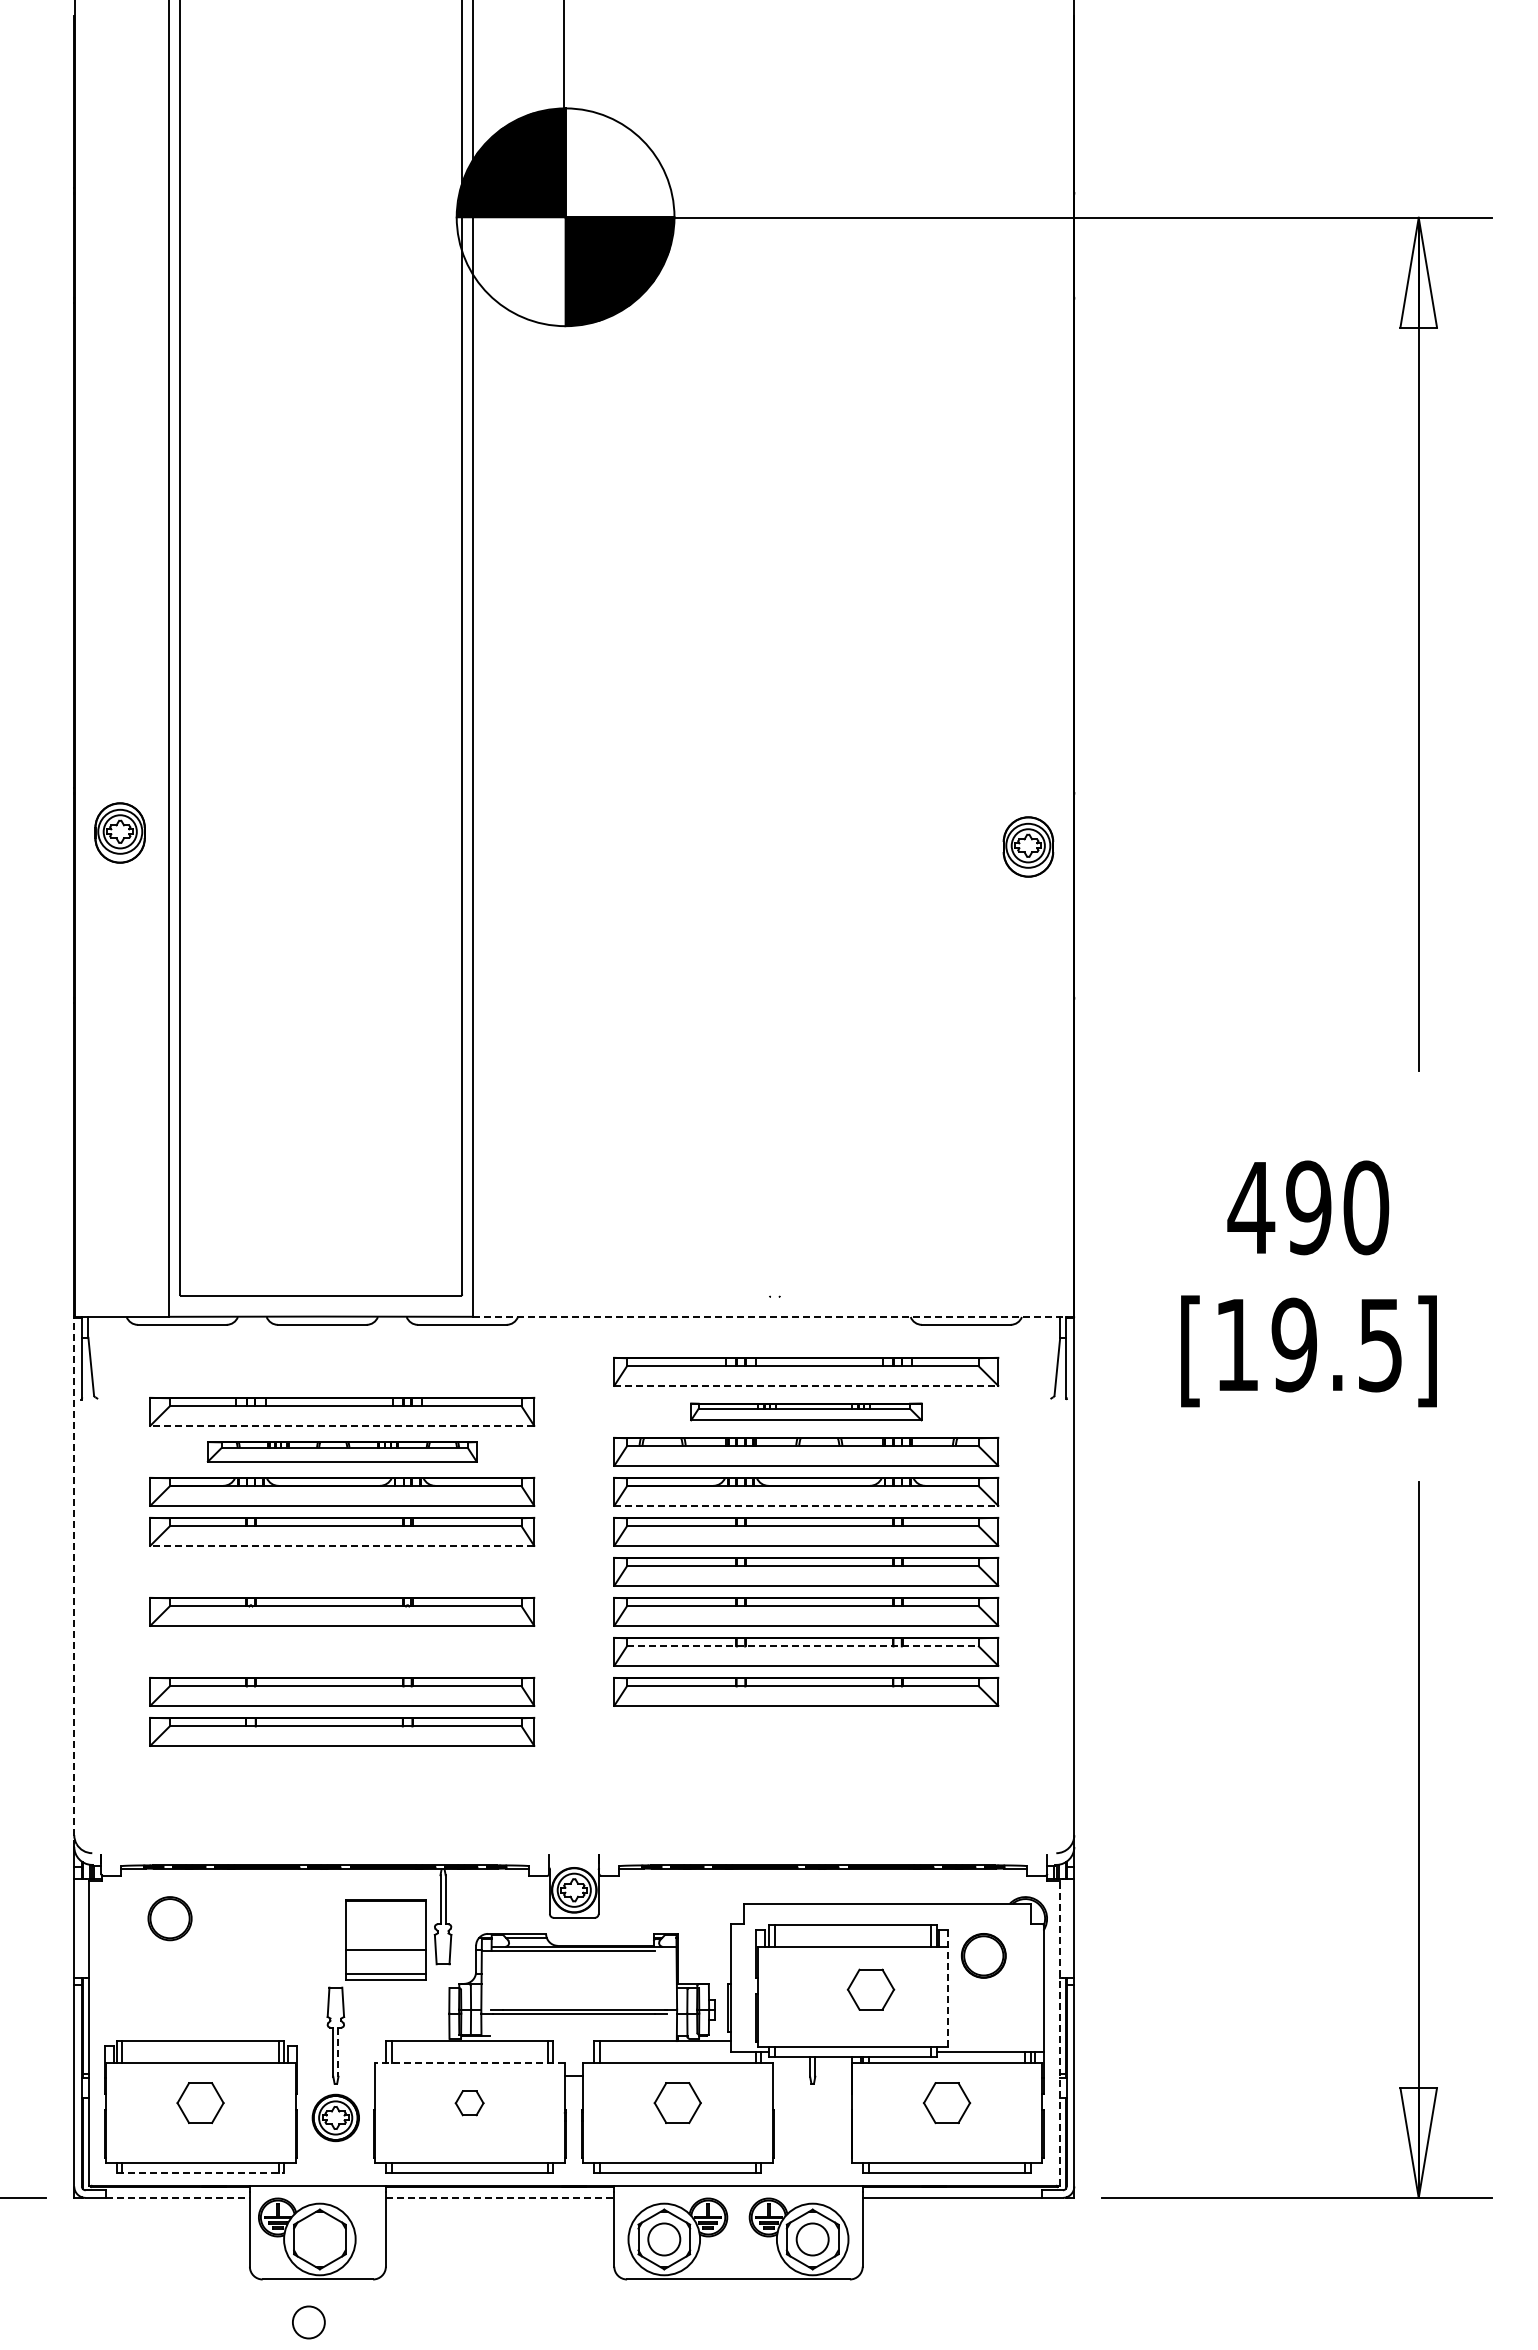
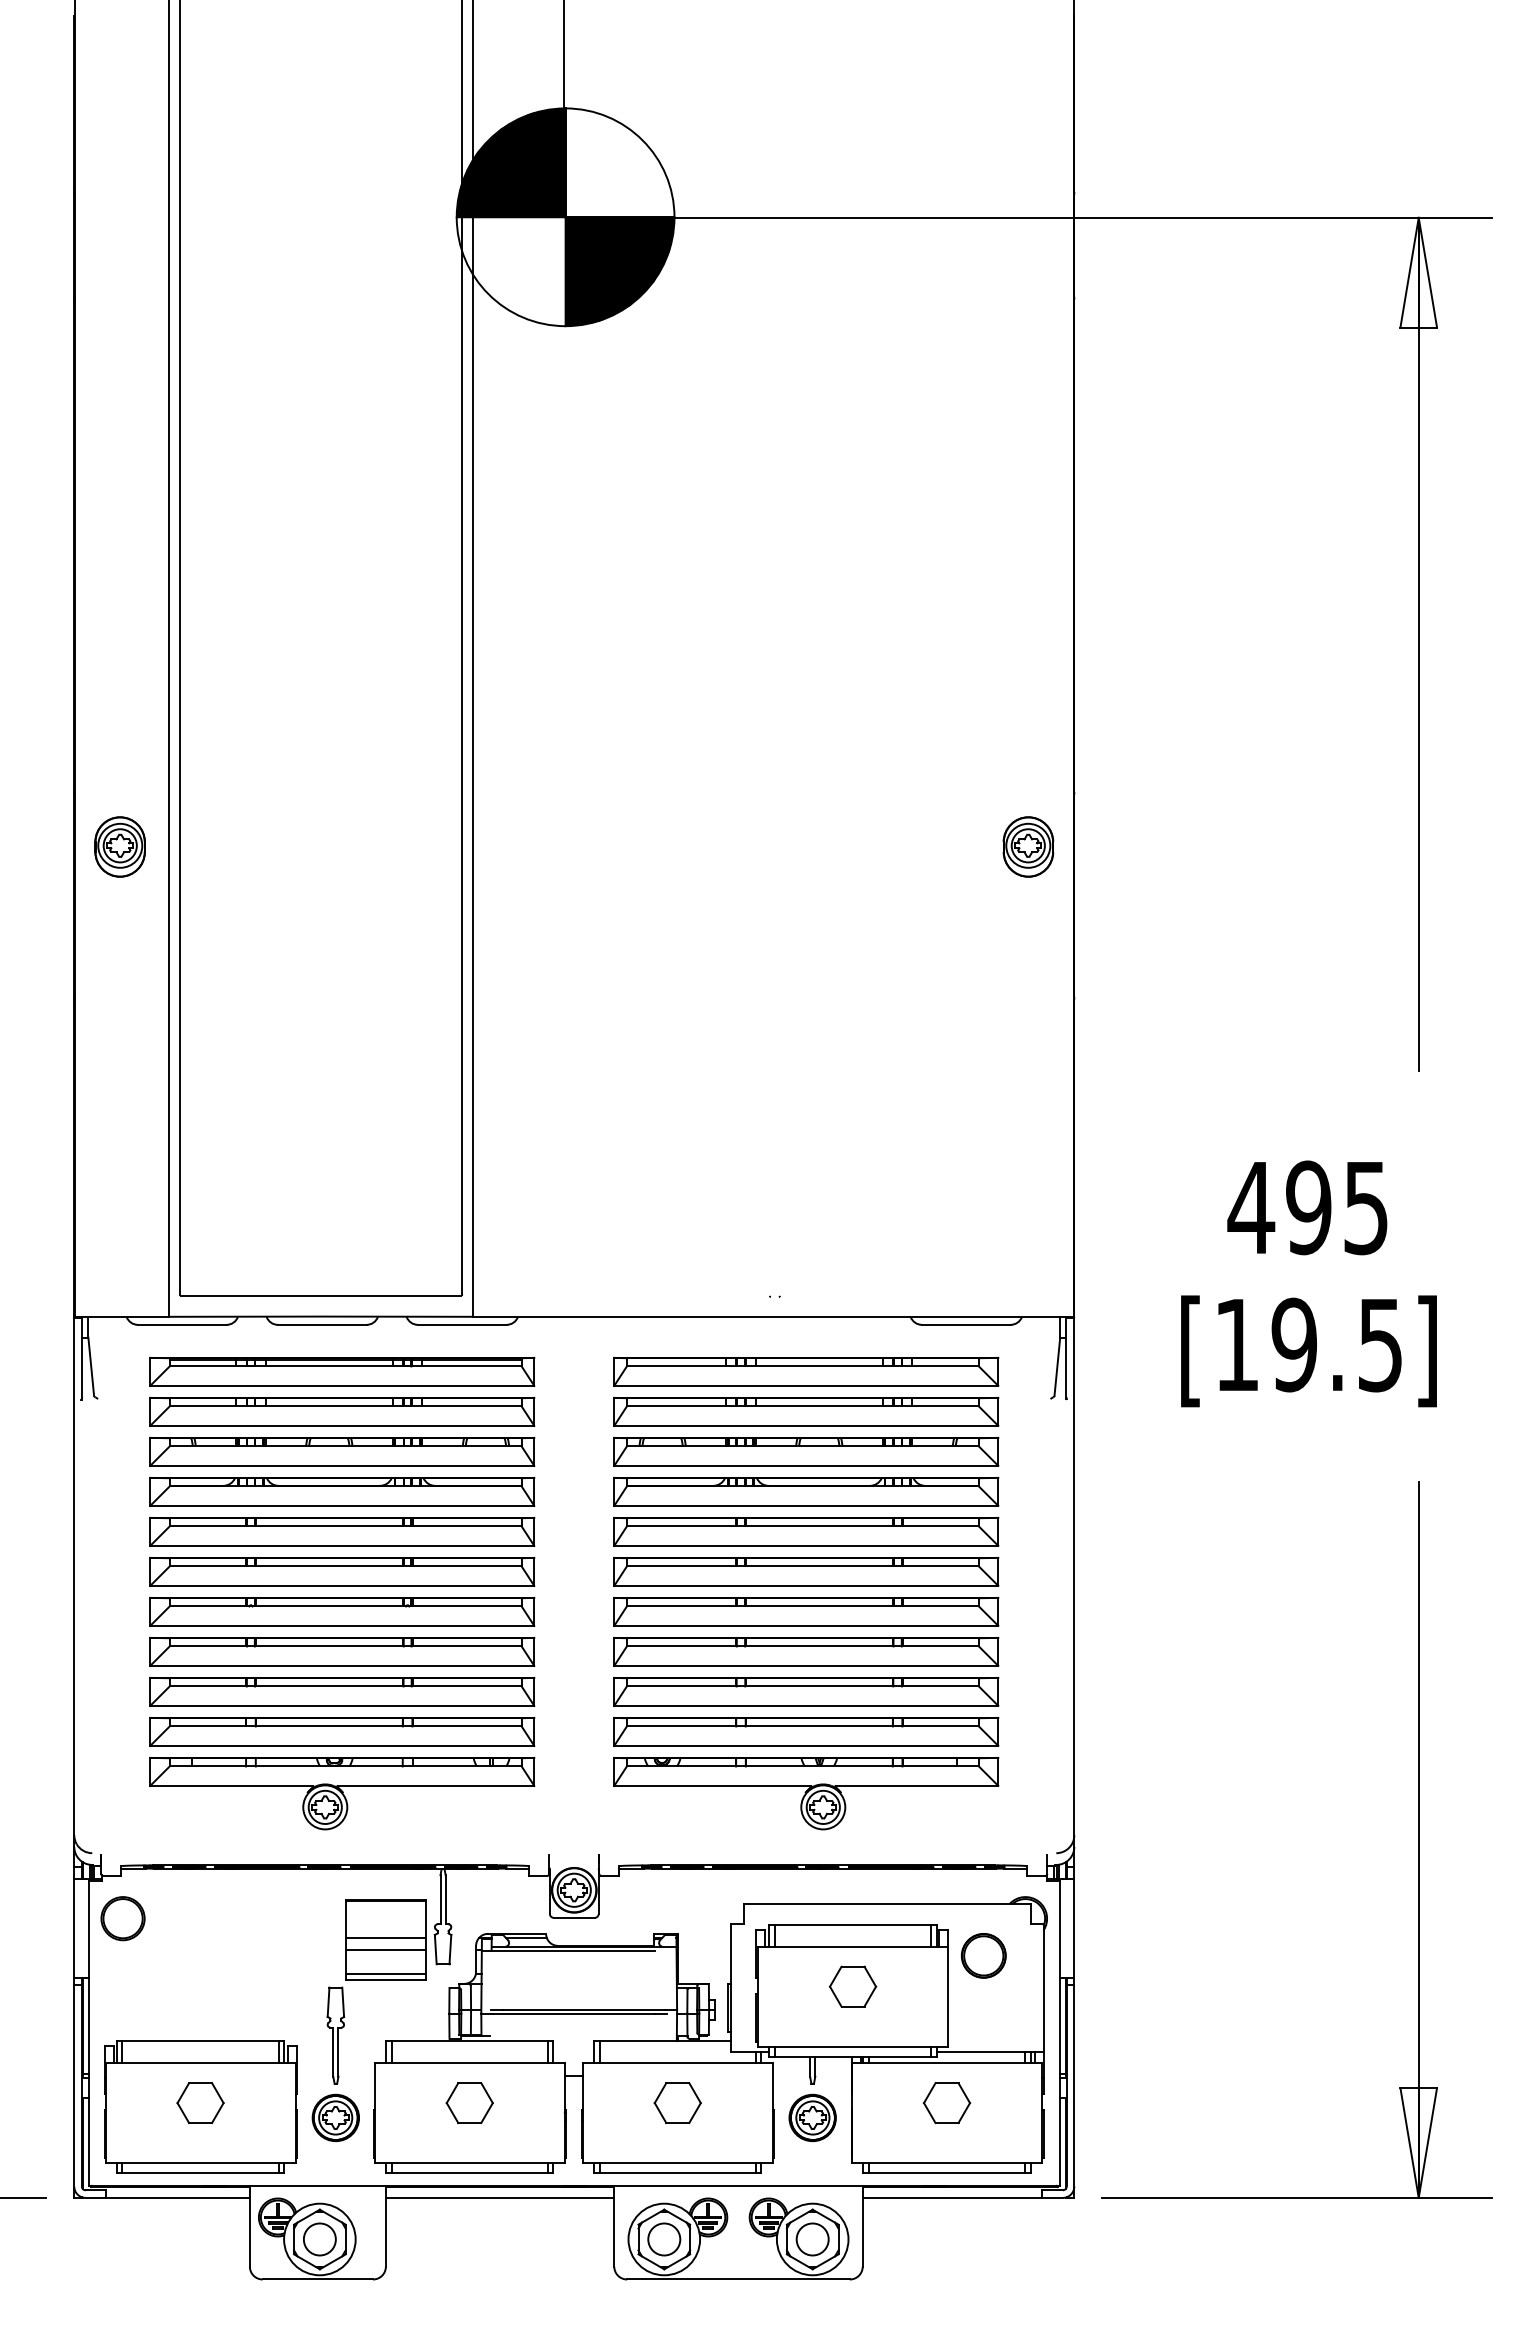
part at (119, 832) position: (119, 832) -> (119, 846)
text at (1366, 1207): 490 -> 495
line at (772, 1316): dashed -> solid
part at (342, 1371): none -> present
line at (806, 1385): dashed -> solid
part at (806, 1411) size: 233x20 px -> 387x30 px
line at (341, 1425): dashed -> solid
part at (341, 1451) size: 272x22 px -> 387x30 px
line at (806, 1505): dashed -> solid
line at (341, 1545): dashed -> solid
part at (342, 1571): none -> present
line at (74, 1582): dashed -> solid
line at (803, 1646): dashed -> solid
part at (342, 1651): none -> present
part at (806, 1731): none -> present
part at (342, 1793): none -> present
part at (806, 1793): none -> present
part at (169, 1918) position: (169, 1918) -> (122, 1918)
line at (385, 1937): none -> present
line at (948, 1988): dashed -> solid
part at (870, 1989) position: (870, 1989) -> (852, 1986)
line at (1059, 2033): dashed -> solid
line at (338, 2052): dashed -> solid
line at (469, 2063): dashed -> solid
part at (469, 2103) size: 31x27 px -> 49x43 px
part at (812, 2117): none -> present
line at (200, 2173): dashed -> solid
line at (178, 2197): dashed -> solid
line at (500, 2197): dashed -> solid
circle at (308, 2322) position: (308, 2322) -> (319, 2239)
